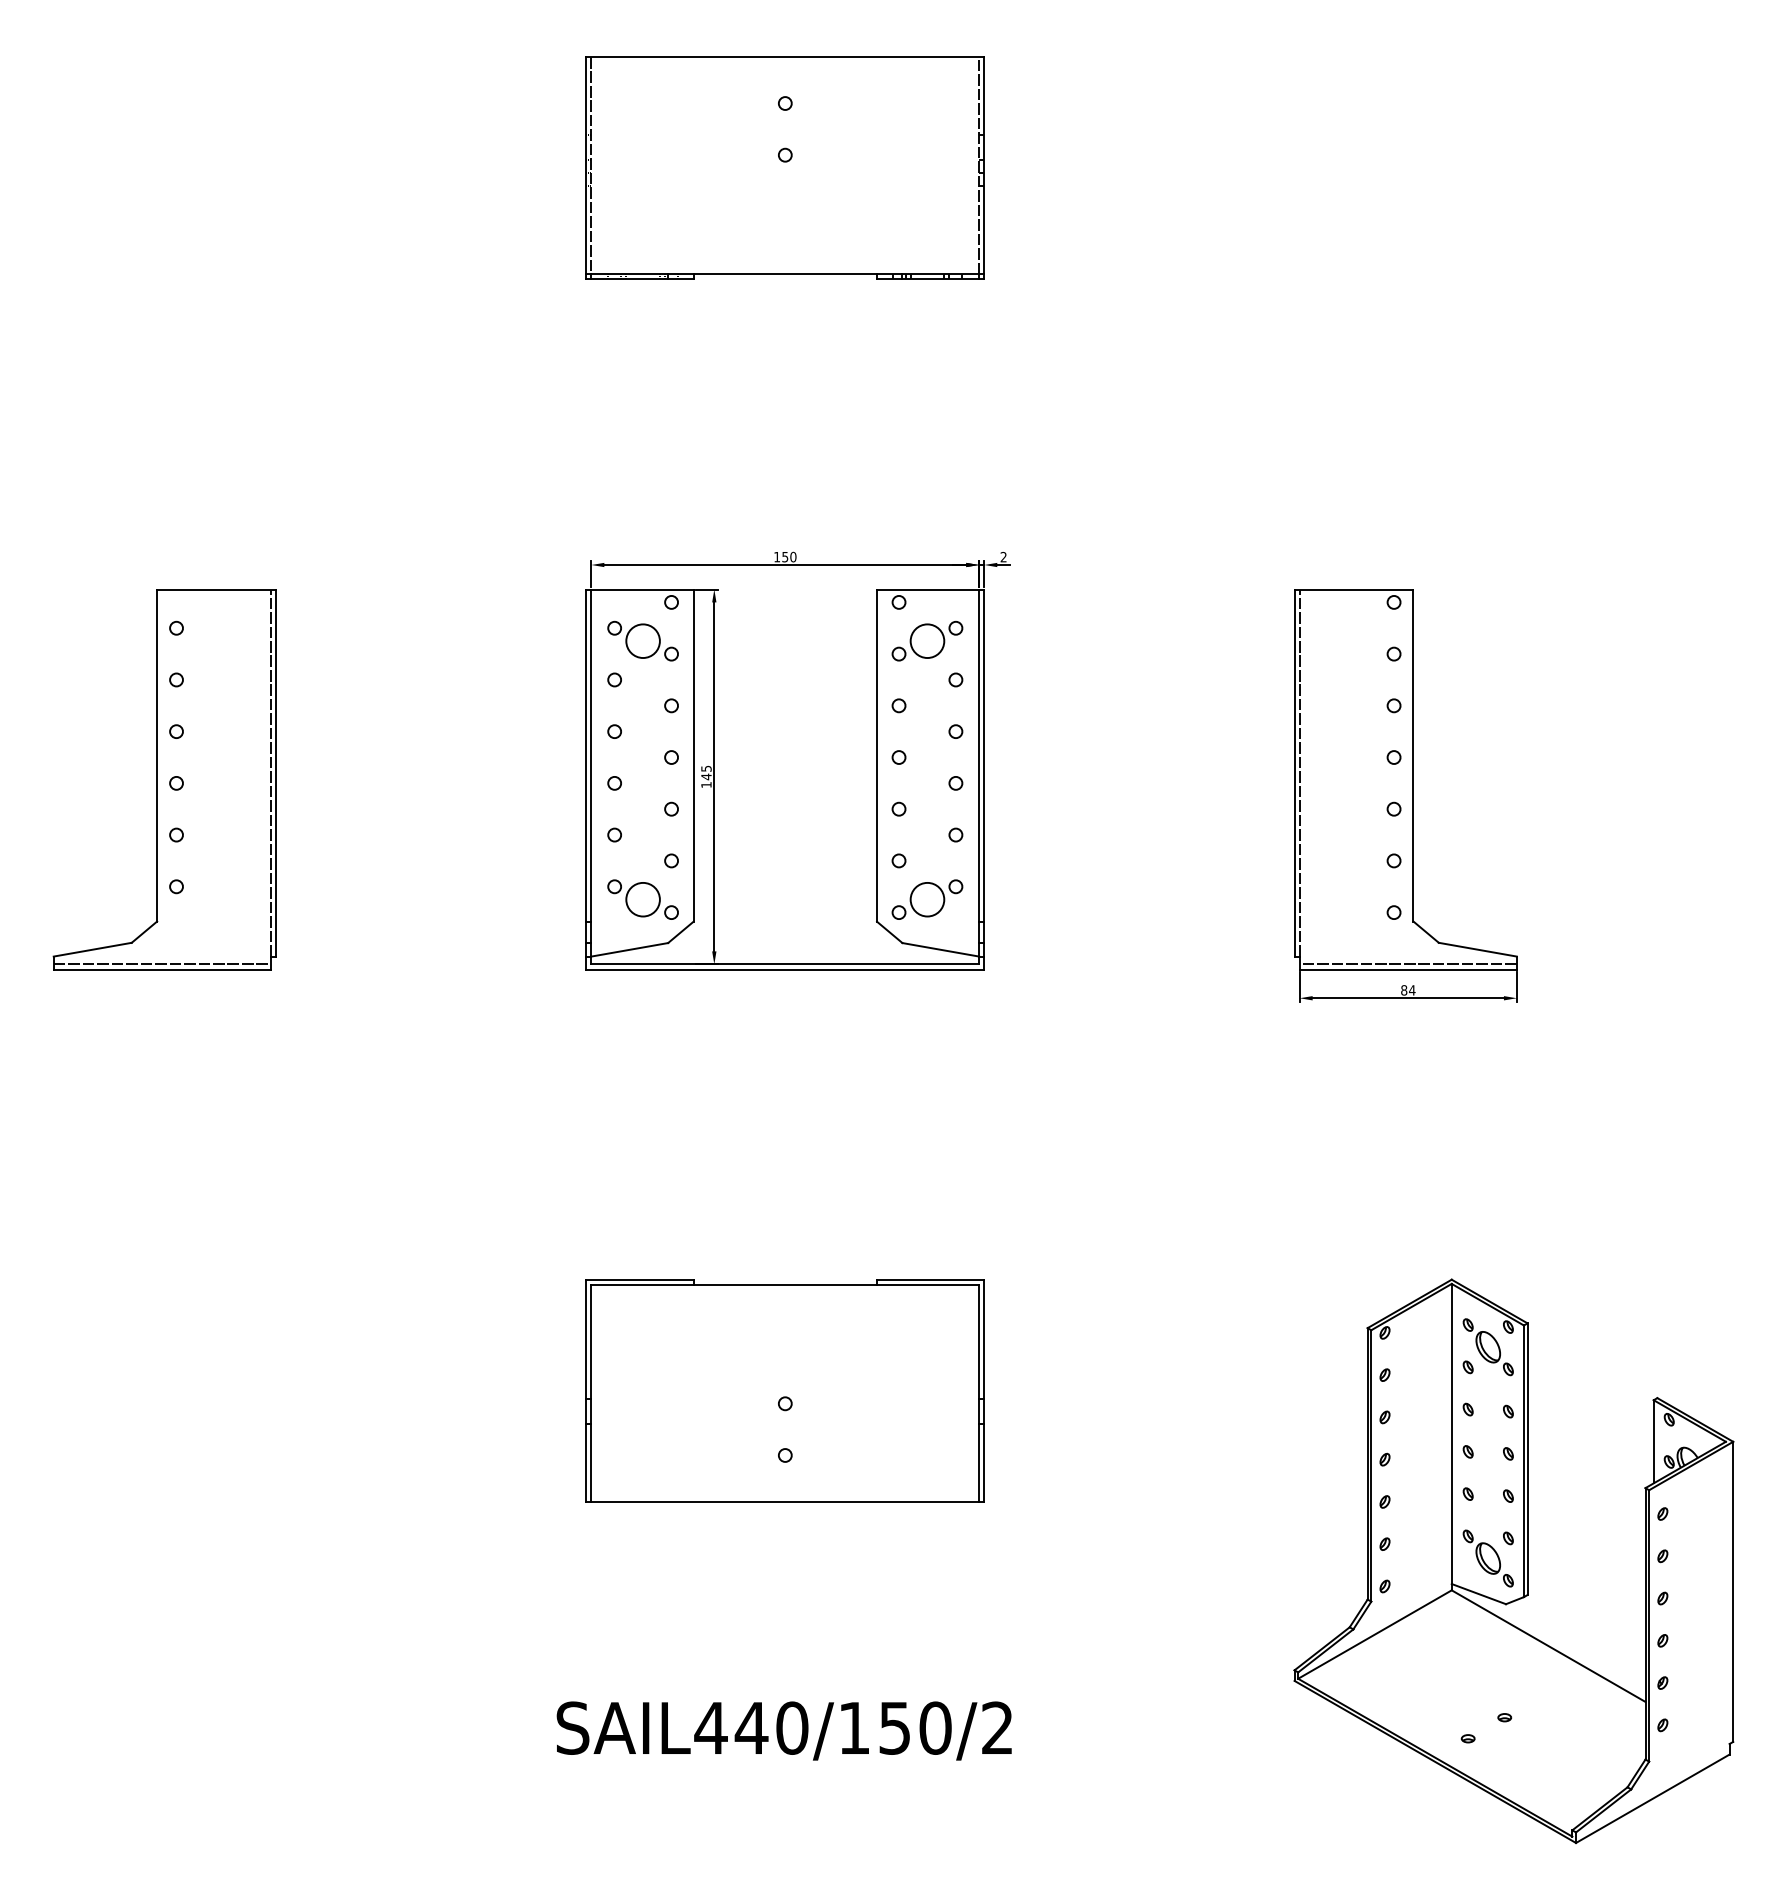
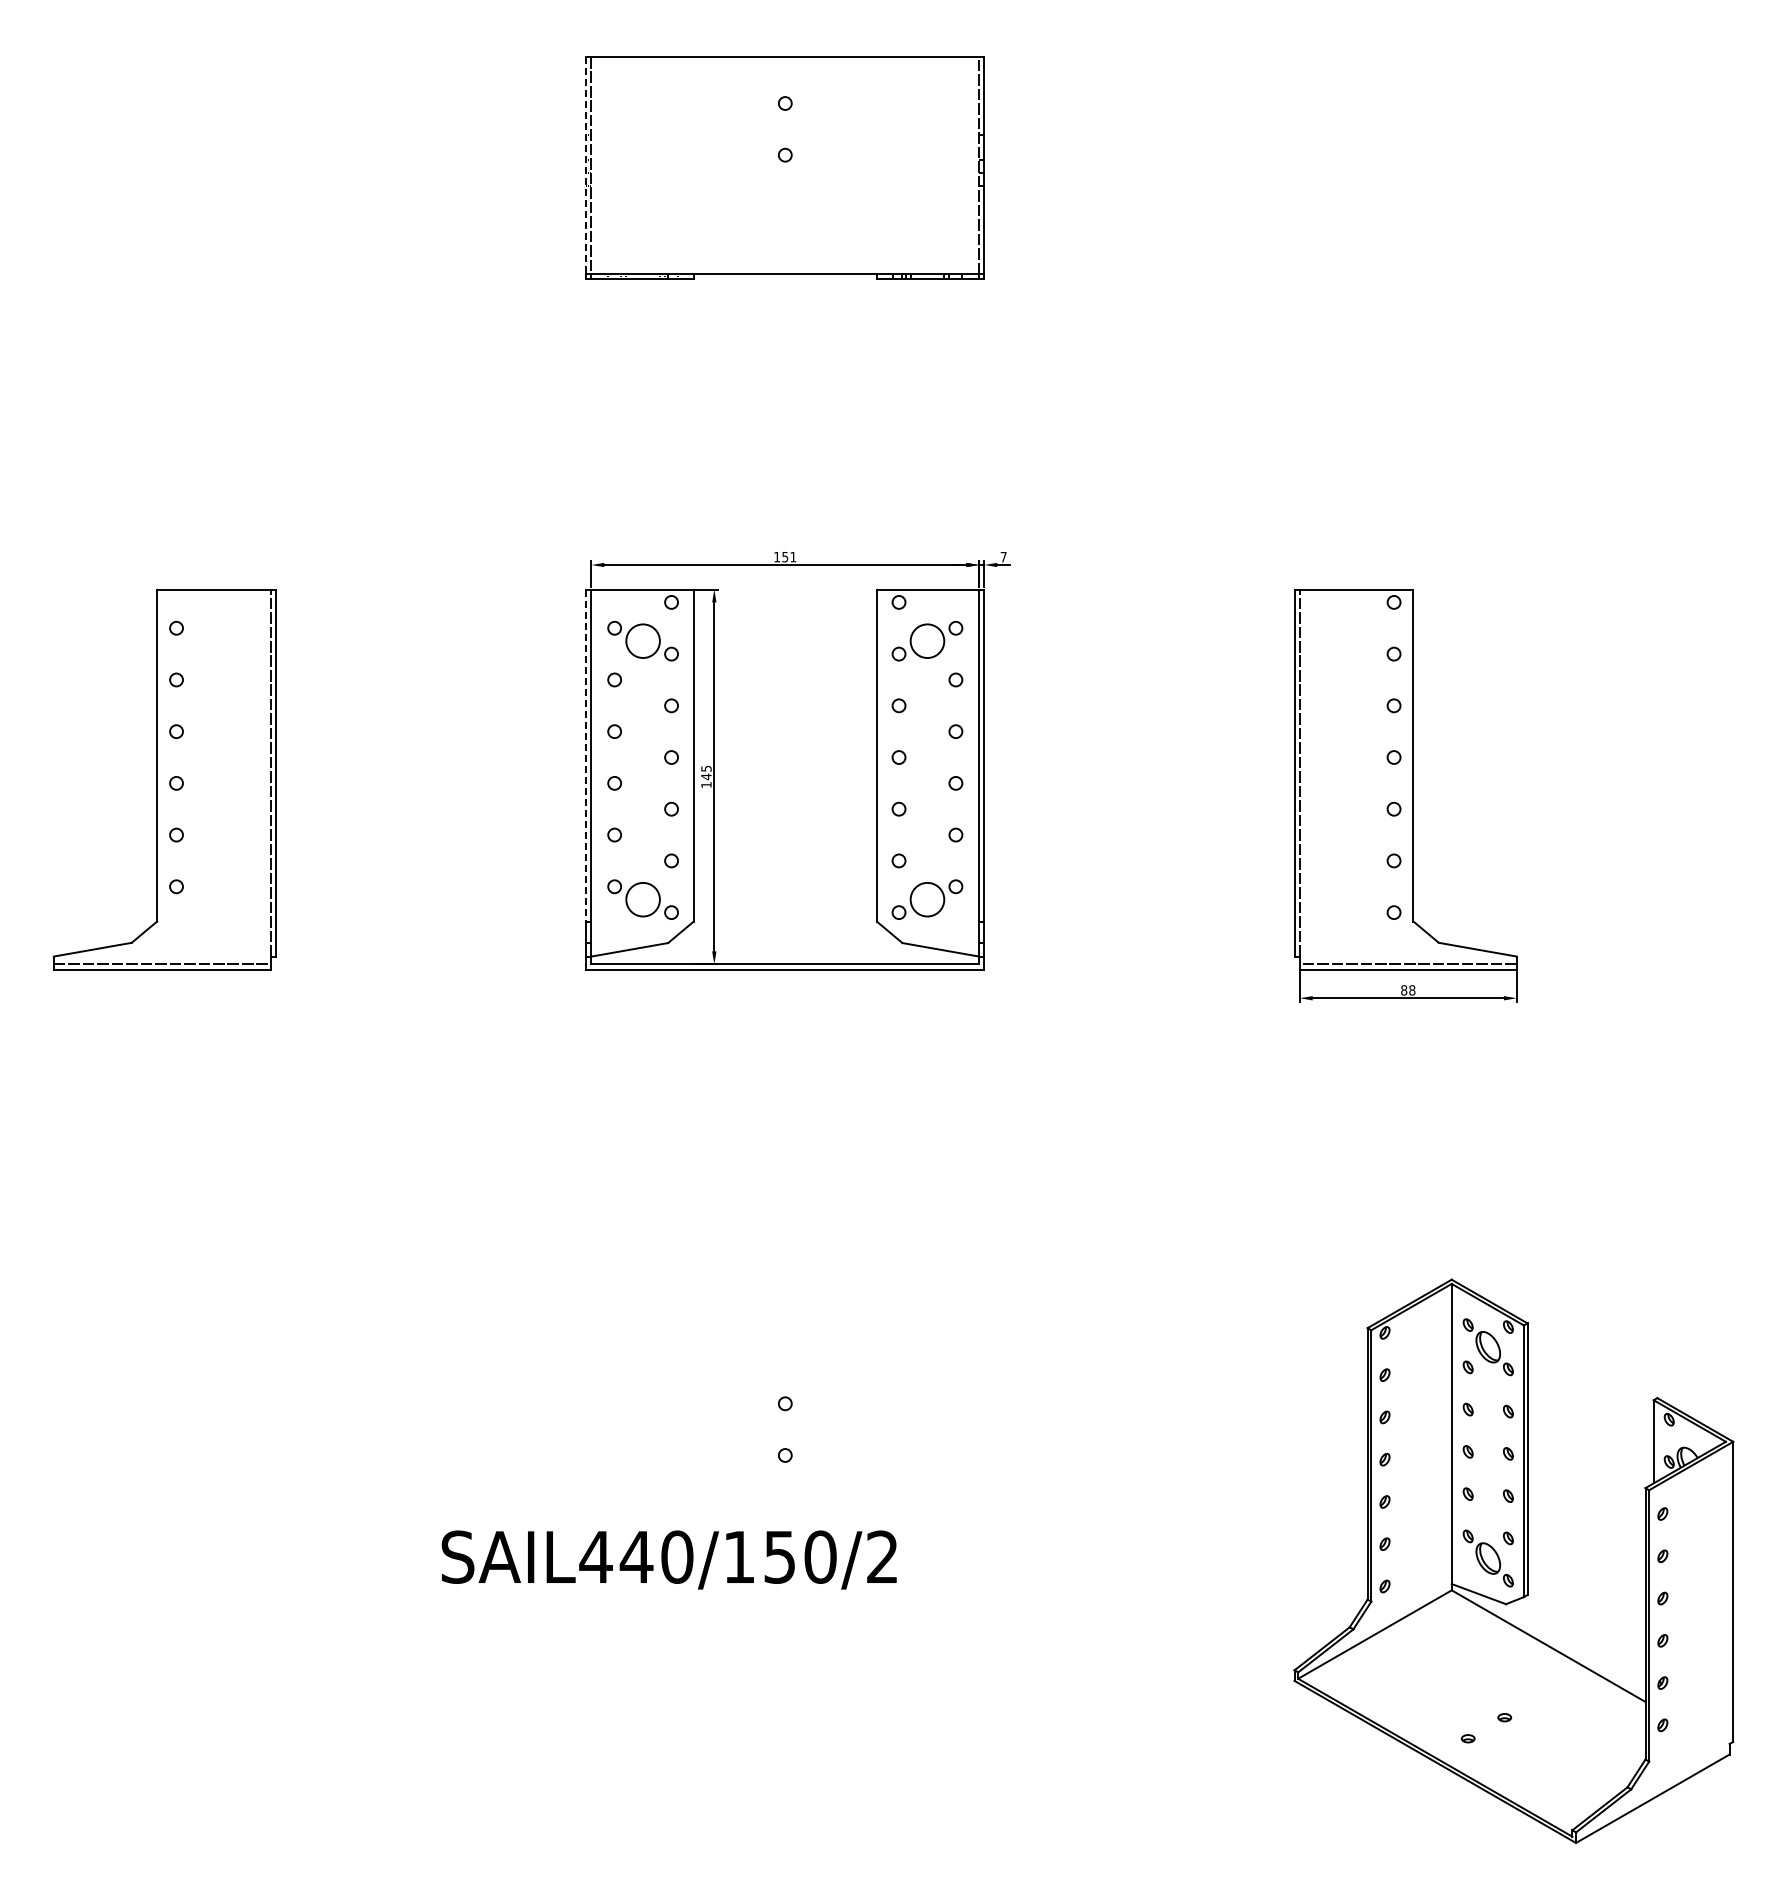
line at (586, 165): solid -> dashed
text at (793, 556): 150 -> 151
text at (1003, 556): 2 -> 7
line at (586, 756): solid -> dashed
text at (1412, 990): 84 -> 88
part at (784, 1390): present -> none
text at (783, 1730) position: (783, 1730) -> (668, 1559)
